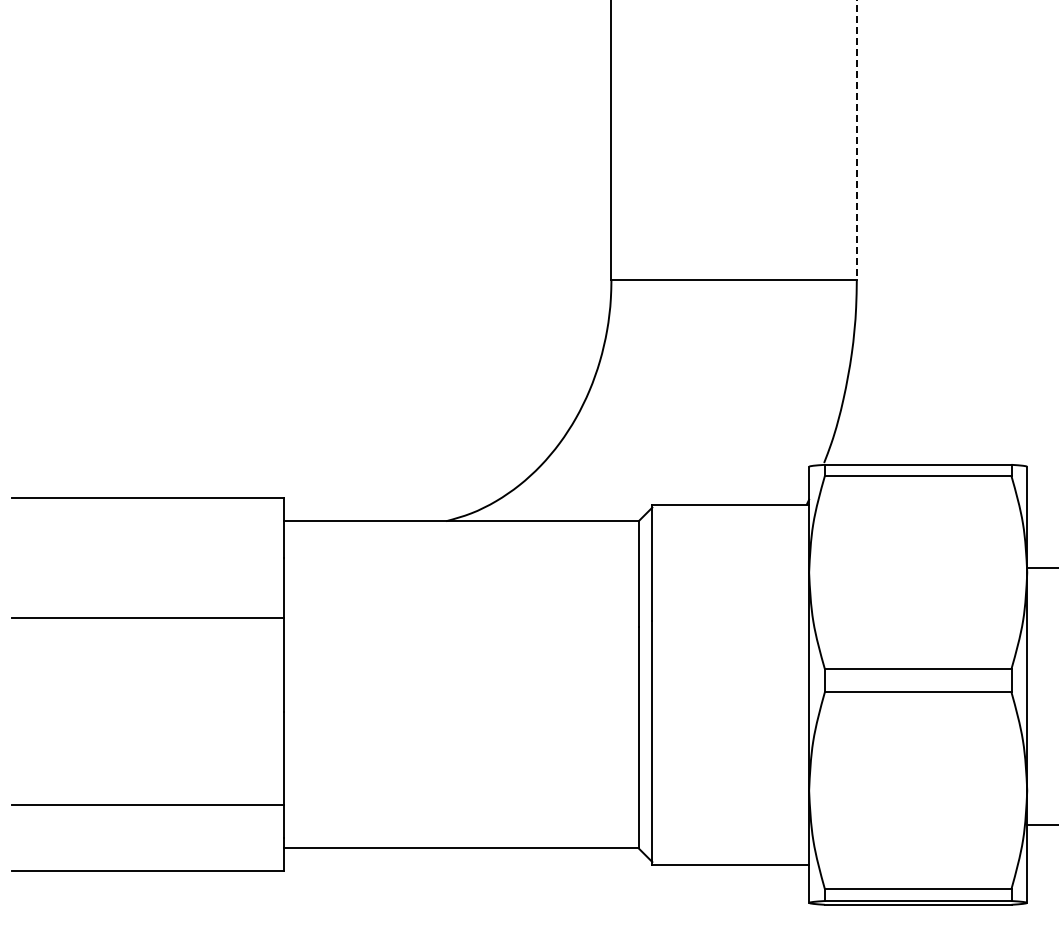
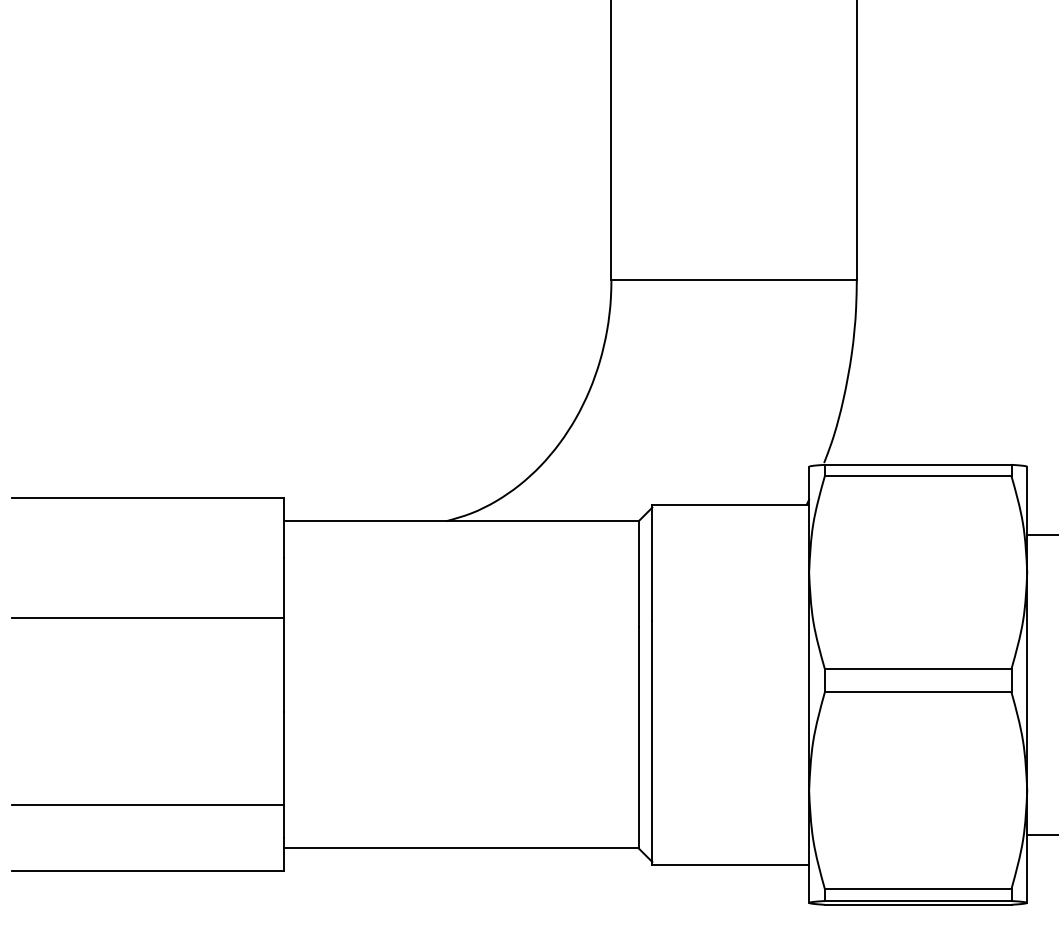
line at (856, 140): dashed -> solid
line at (1041, 567) position: (1041, 567) -> (1041, 534)
line at (1041, 824) position: (1041, 824) -> (1041, 834)
